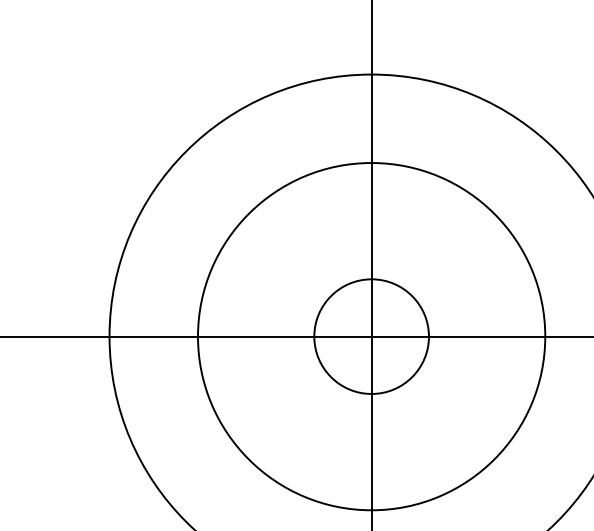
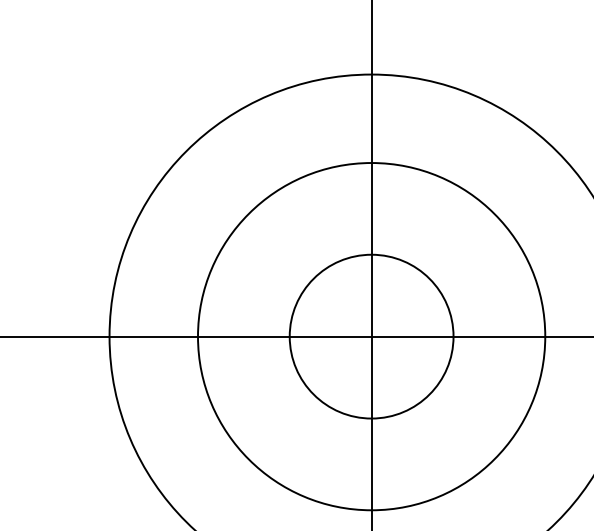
circle at (371, 336) diameter: 115 px -> 164 px
